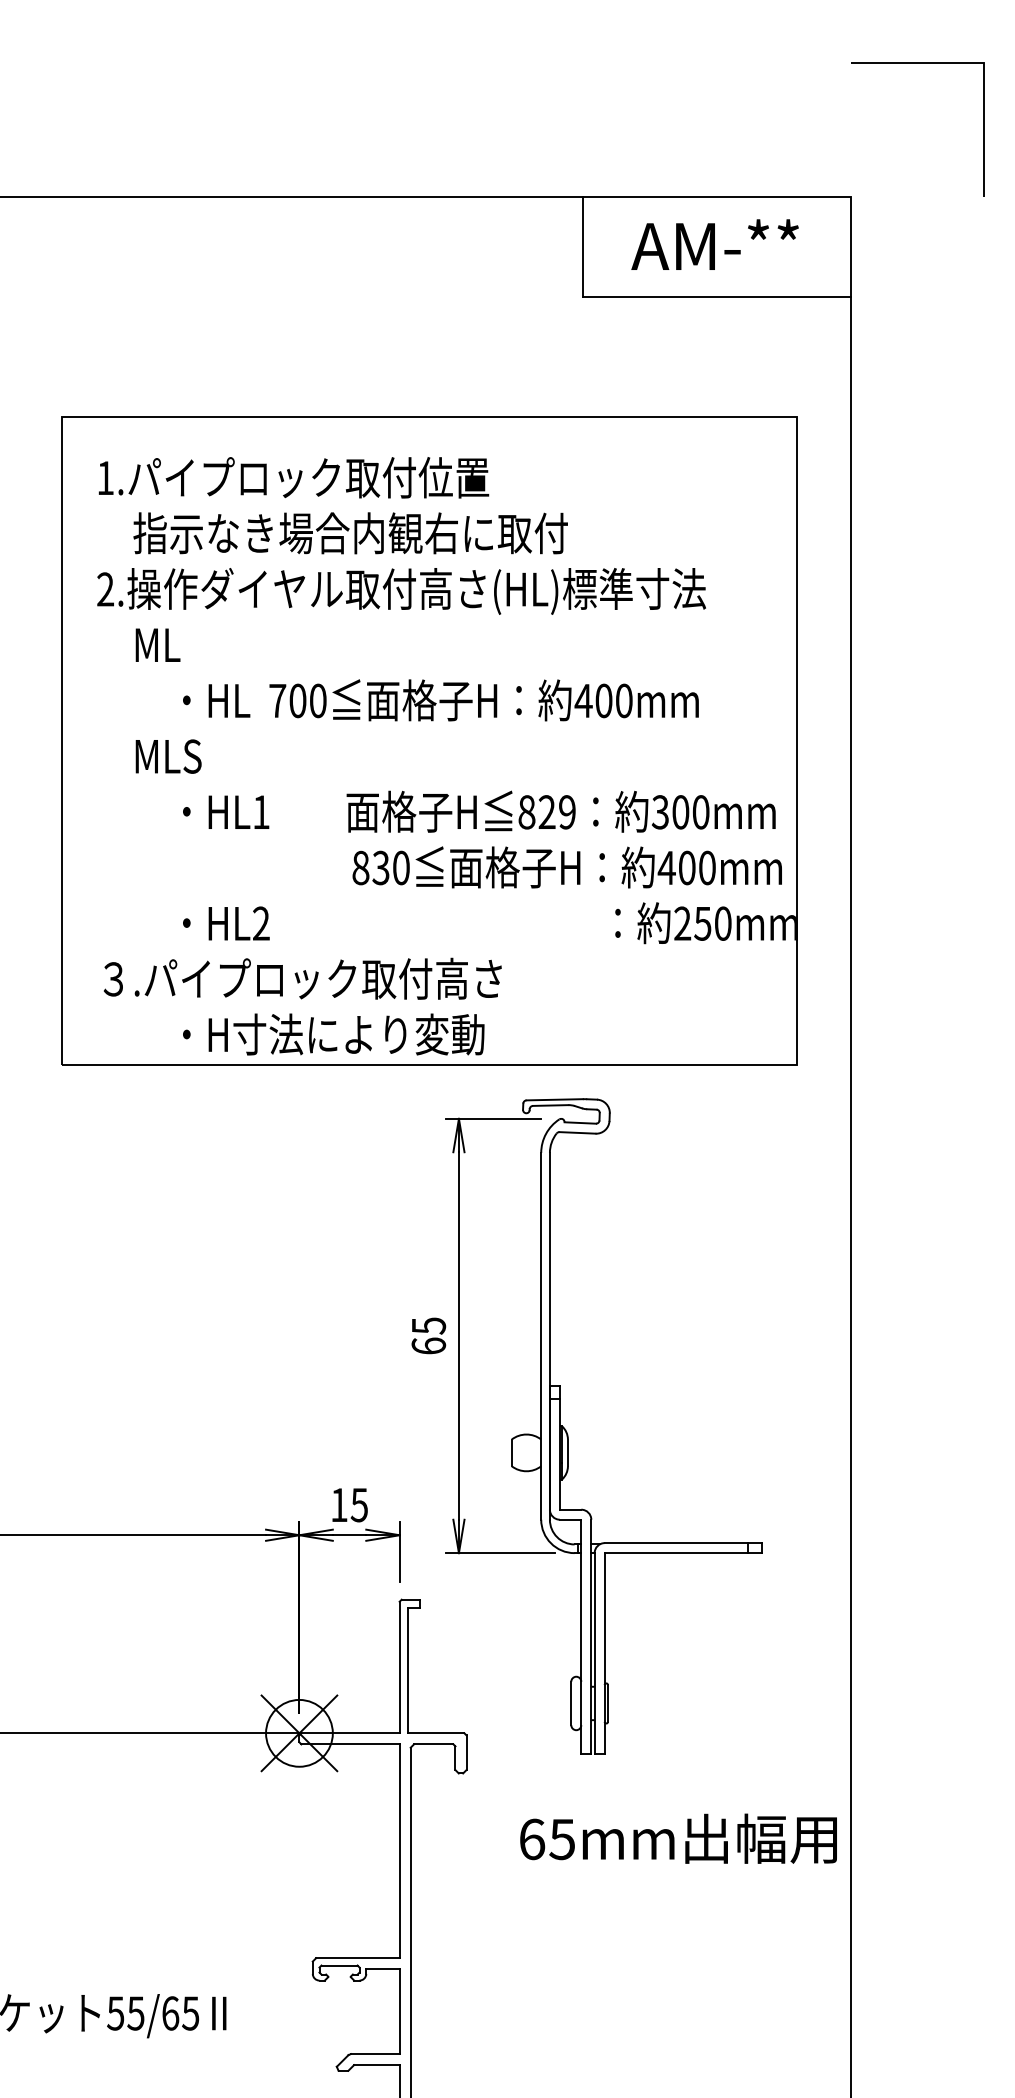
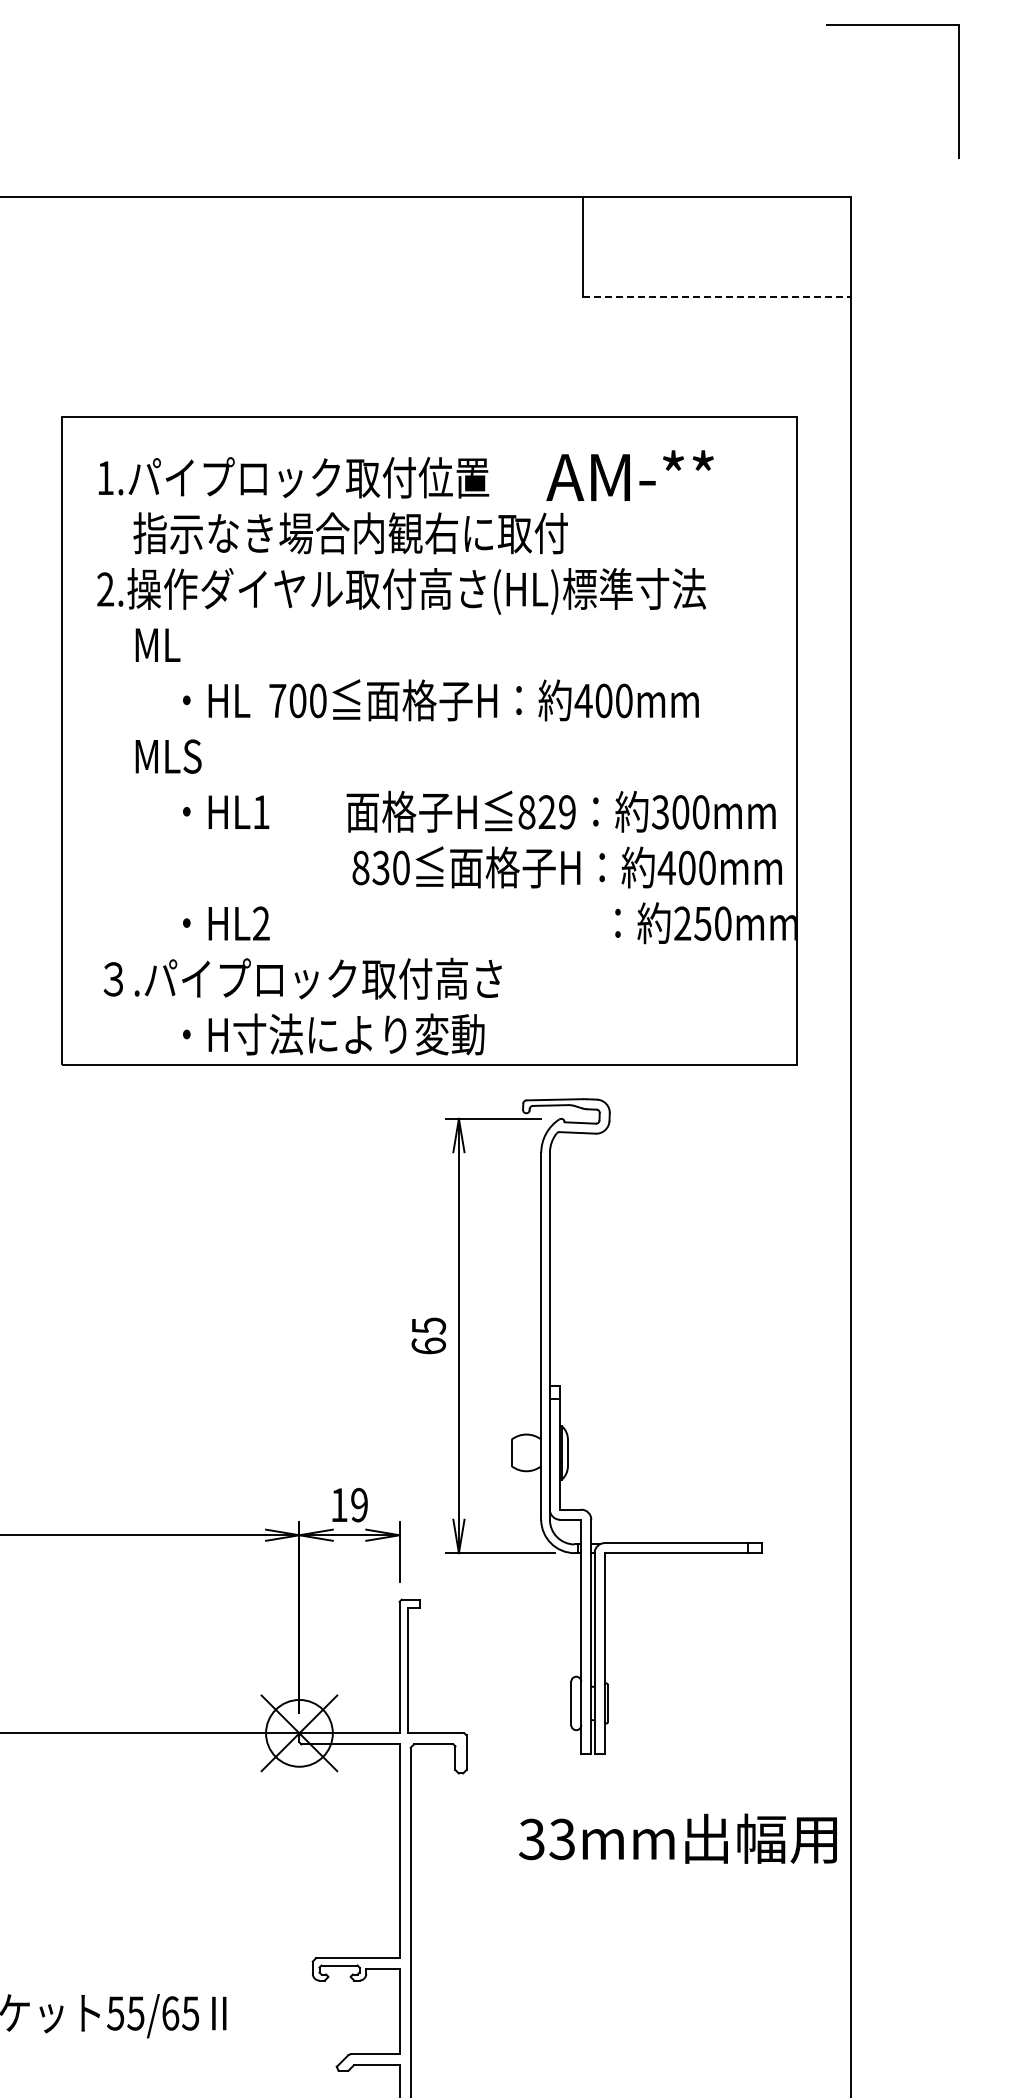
line at (917, 63) position: (917, 63) -> (892, 25)
text at (714, 244) position: (714, 244) -> (629, 475)
line at (717, 296): solid -> dashed
text at (358, 1504): 15 -> 19
text at (546, 1839): 65mm -> 33mm
